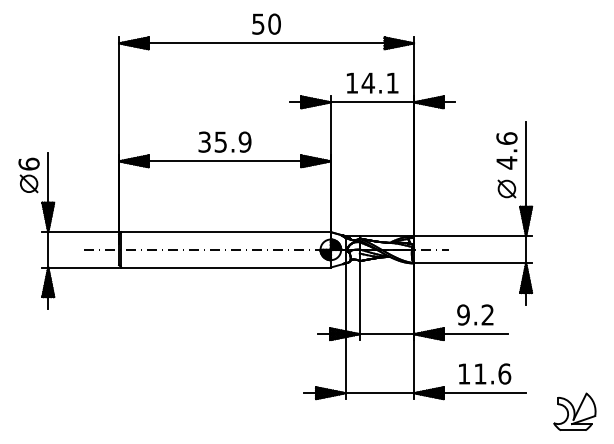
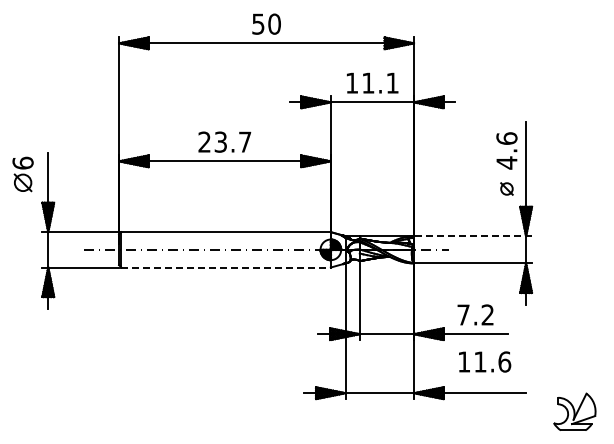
text at (367, 82): 14.1 -> 11.1
text at (224, 141): 35.9 -> 23.7
part at (28, 175) position: (28, 175) -> (22, 174)
part at (506, 188) size: 20x20 px -> 14x14 px
line at (473, 236): solid -> dashed
line at (226, 267): solid -> dashed
text at (463, 314): 9.2 -> 7.2
text at (485, 373) position: (485, 373) -> (485, 361)
